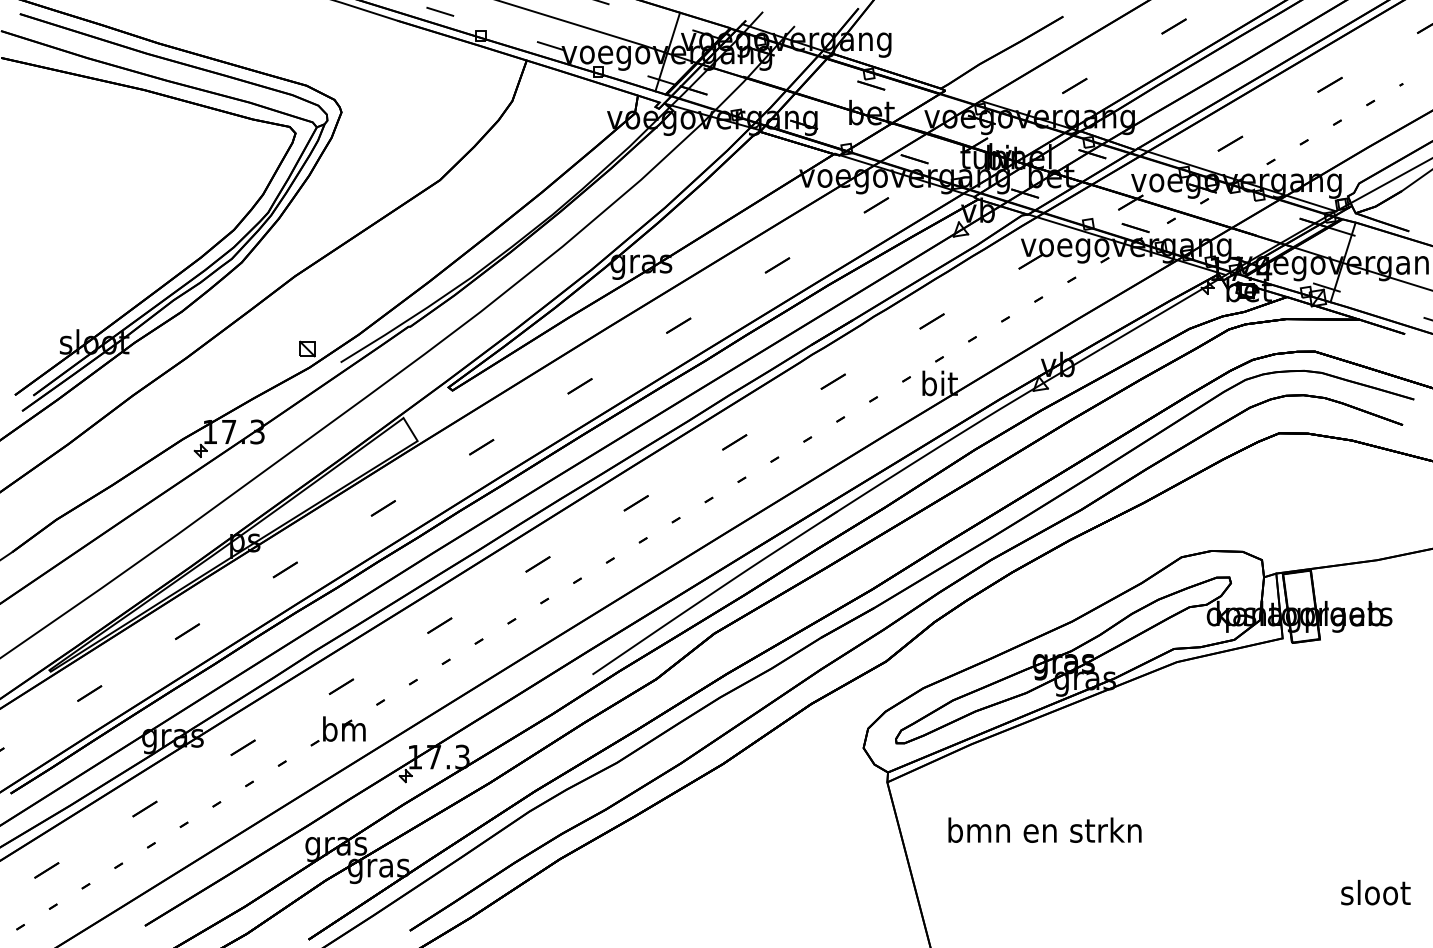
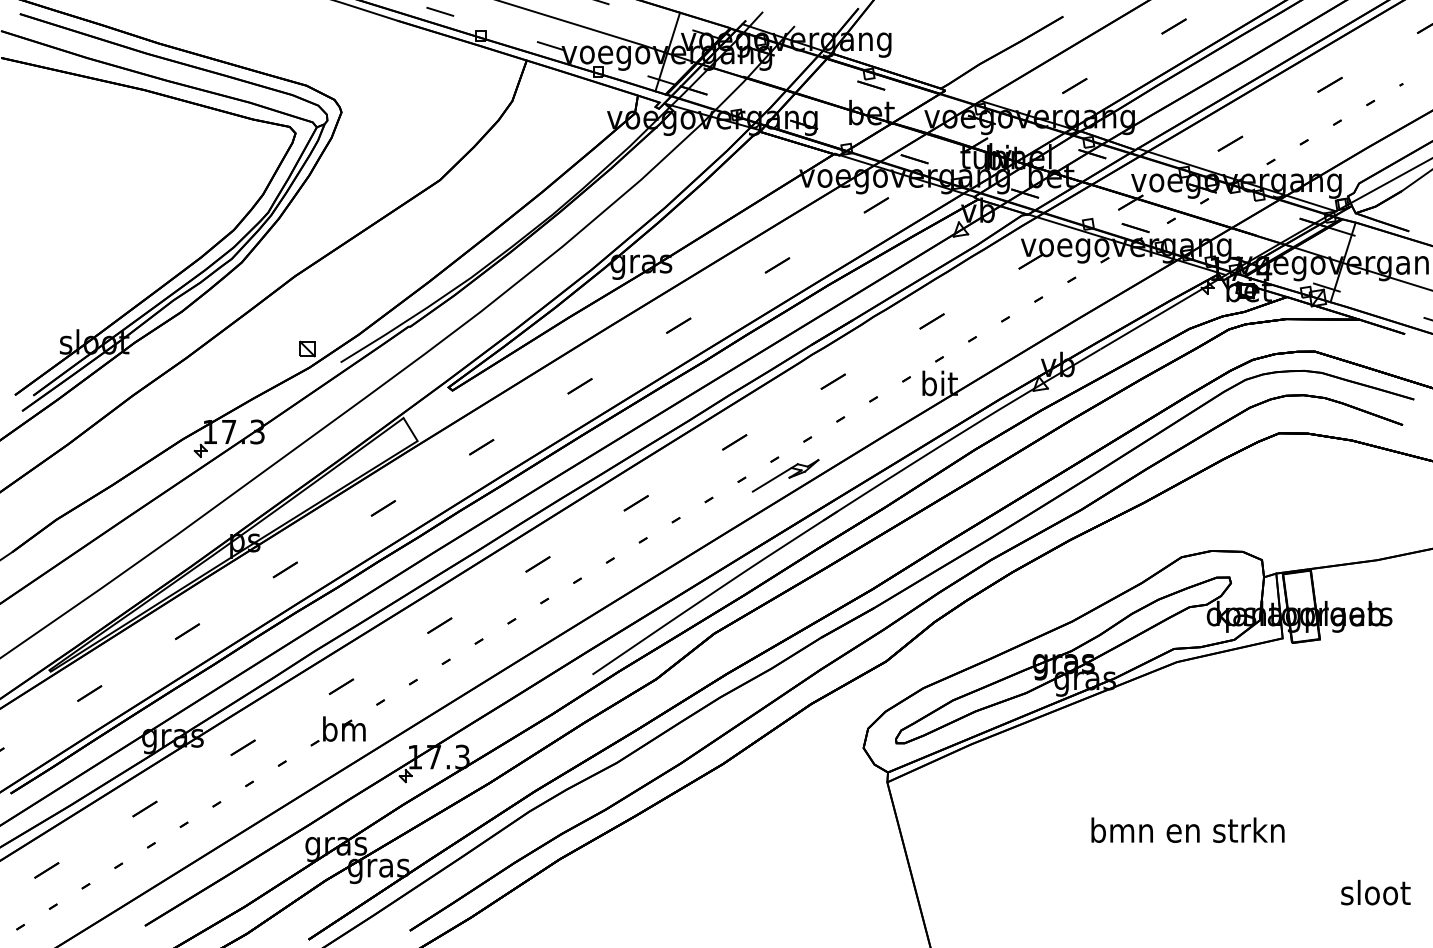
part at (785, 475): none -> present
text at (1044, 829) position: (1044, 829) -> (1187, 829)
